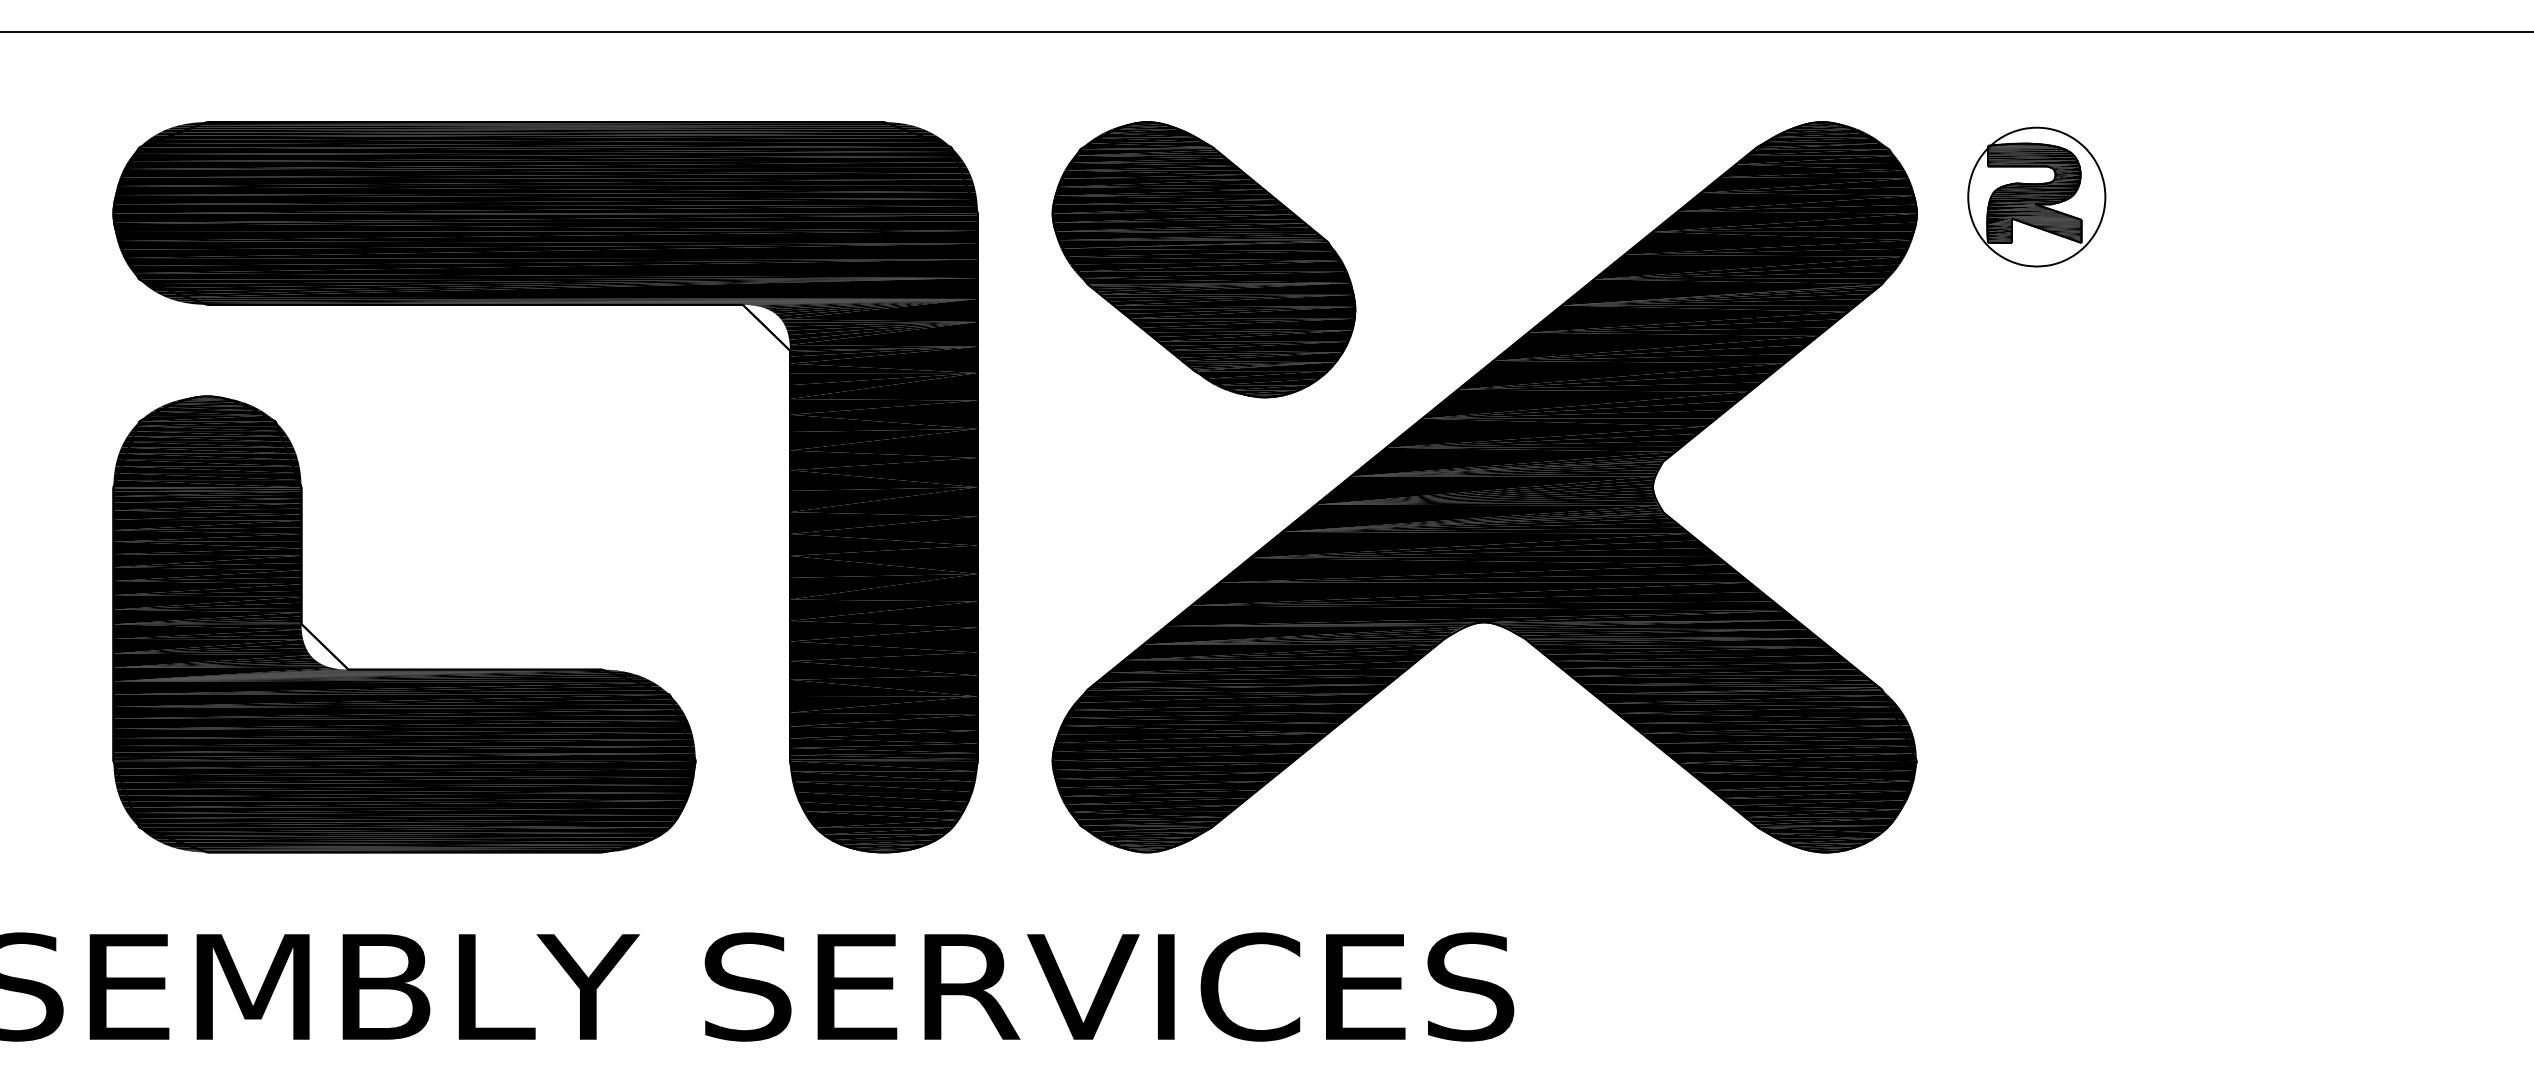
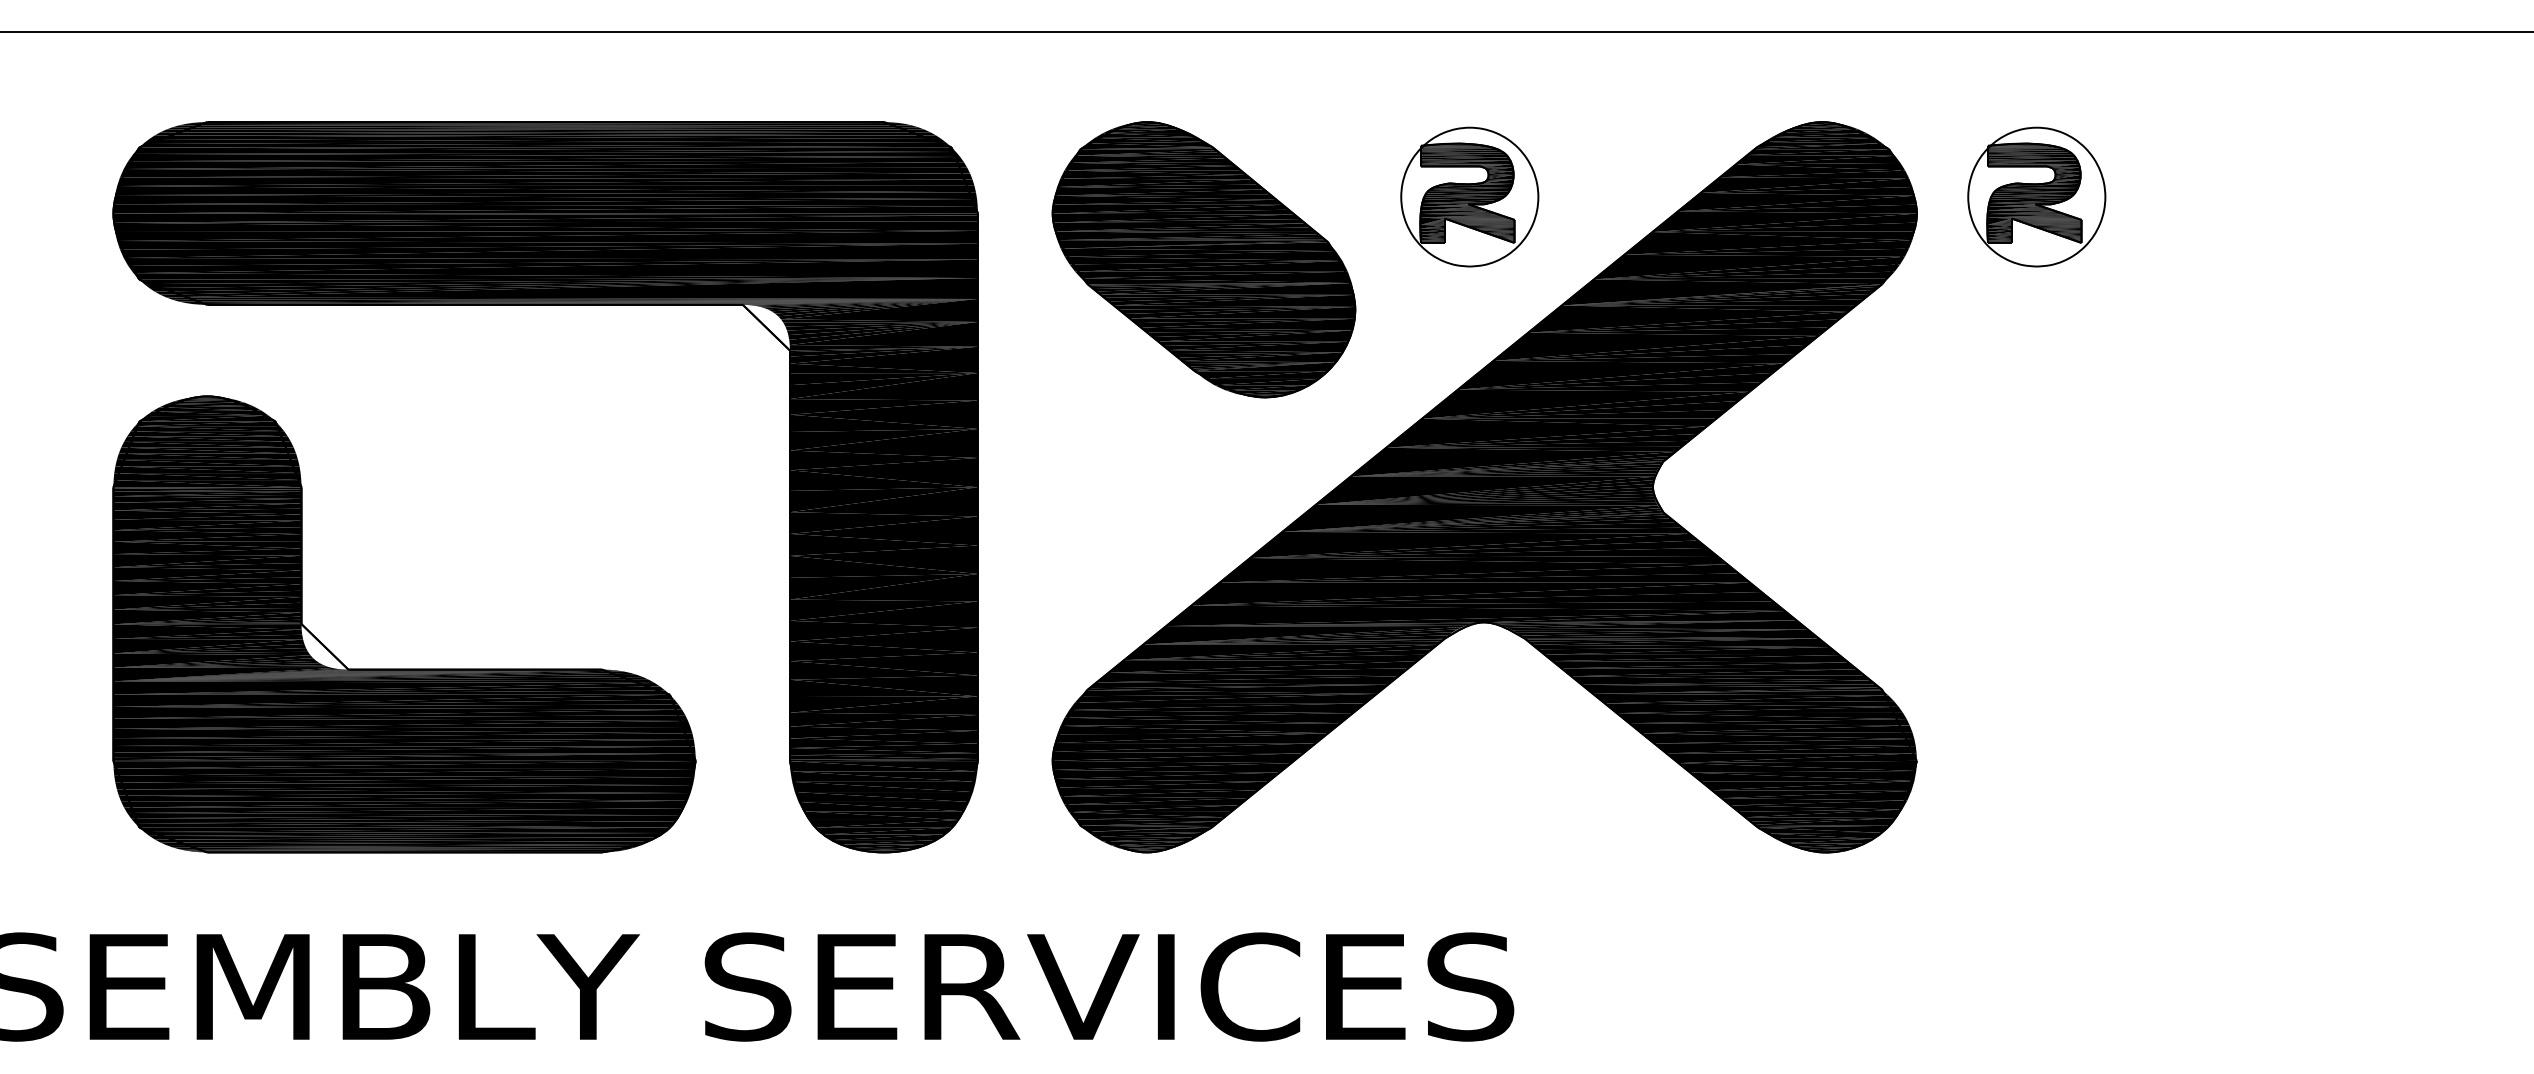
part at (1469, 196): none -> present
